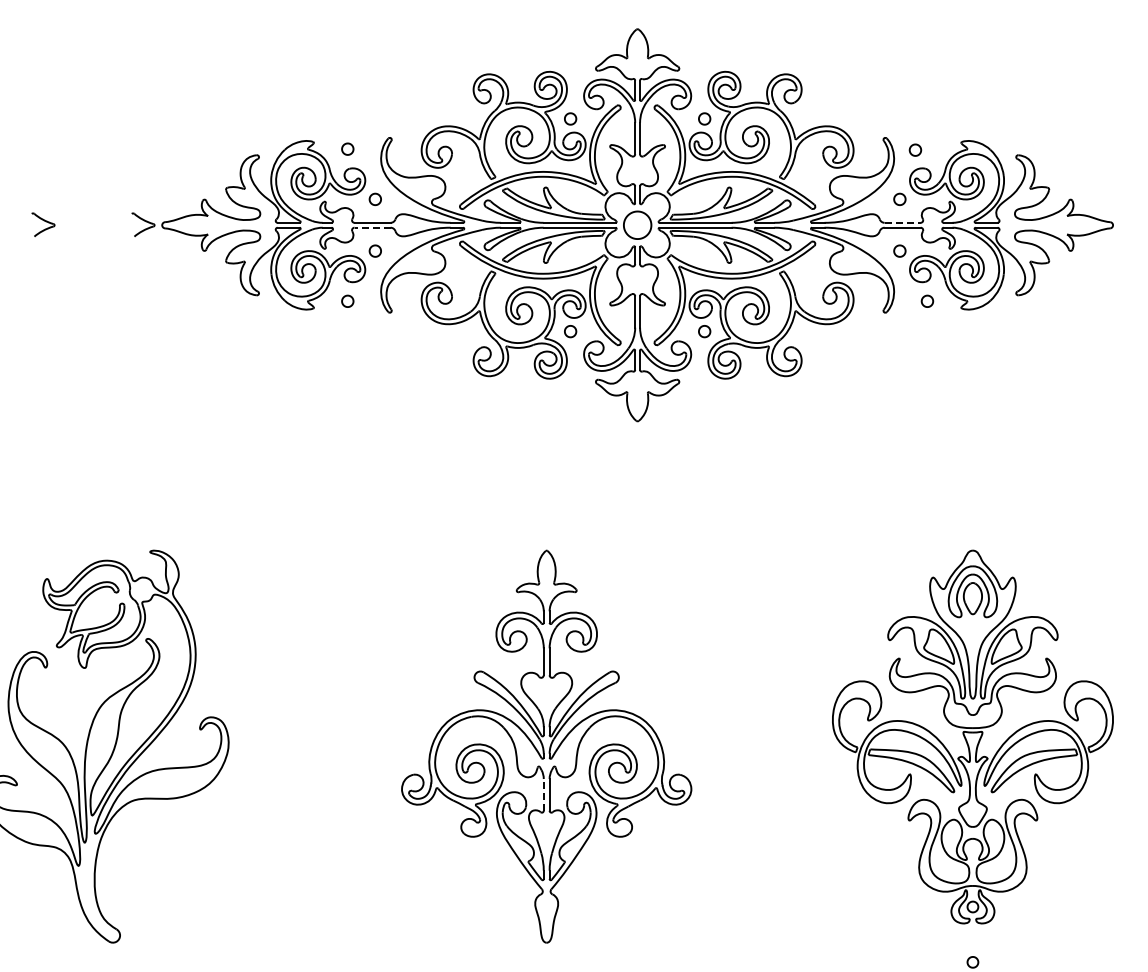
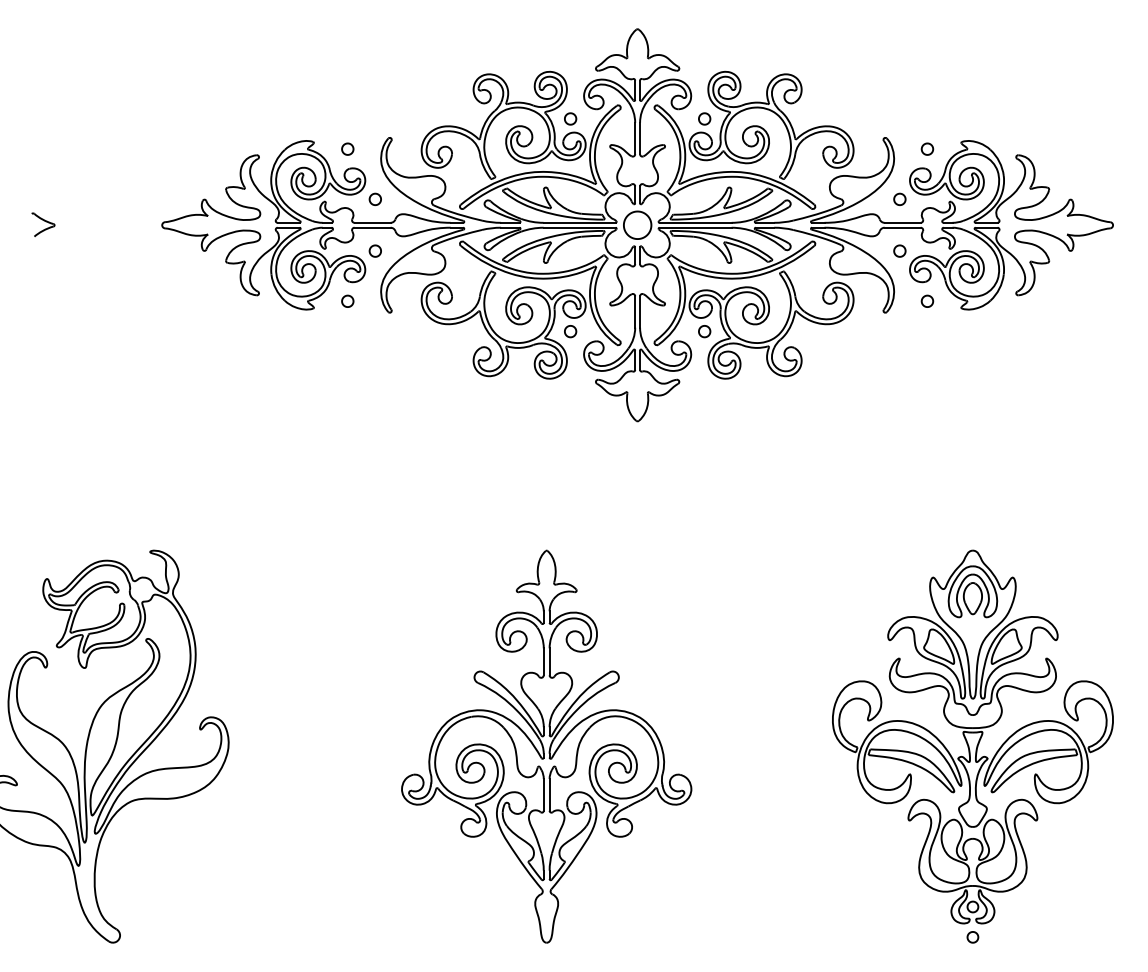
part at (915, 149) position: (915, 149) -> (927, 148)
line at (903, 222): dashed -> solid
part at (143, 224): present -> none
line at (372, 227): dashed -> solid
line at (543, 794): dashed -> solid
part at (972, 962) position: (972, 962) -> (972, 937)
